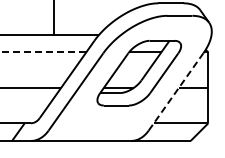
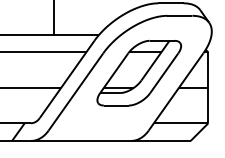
line at (43, 52): dashed -> solid
line at (176, 91): dashed -> solid
